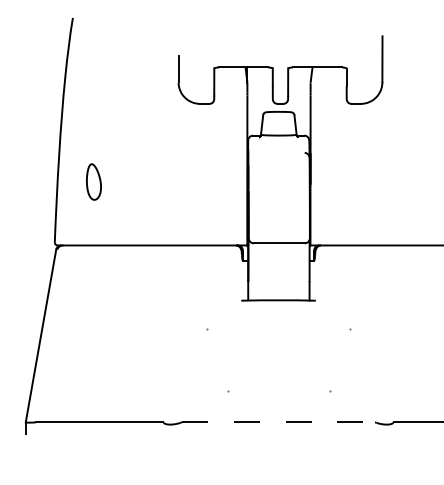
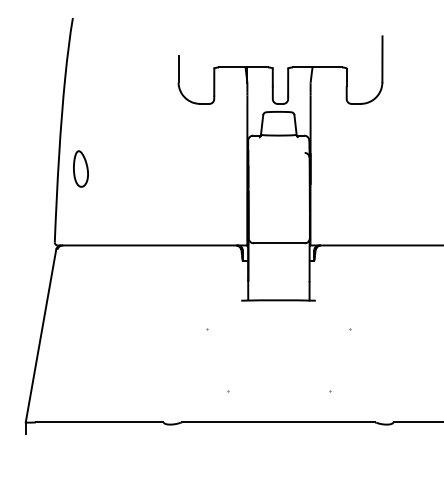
part at (93, 181) position: (93, 181) -> (80, 168)
line at (279, 422): dashed -> solid
